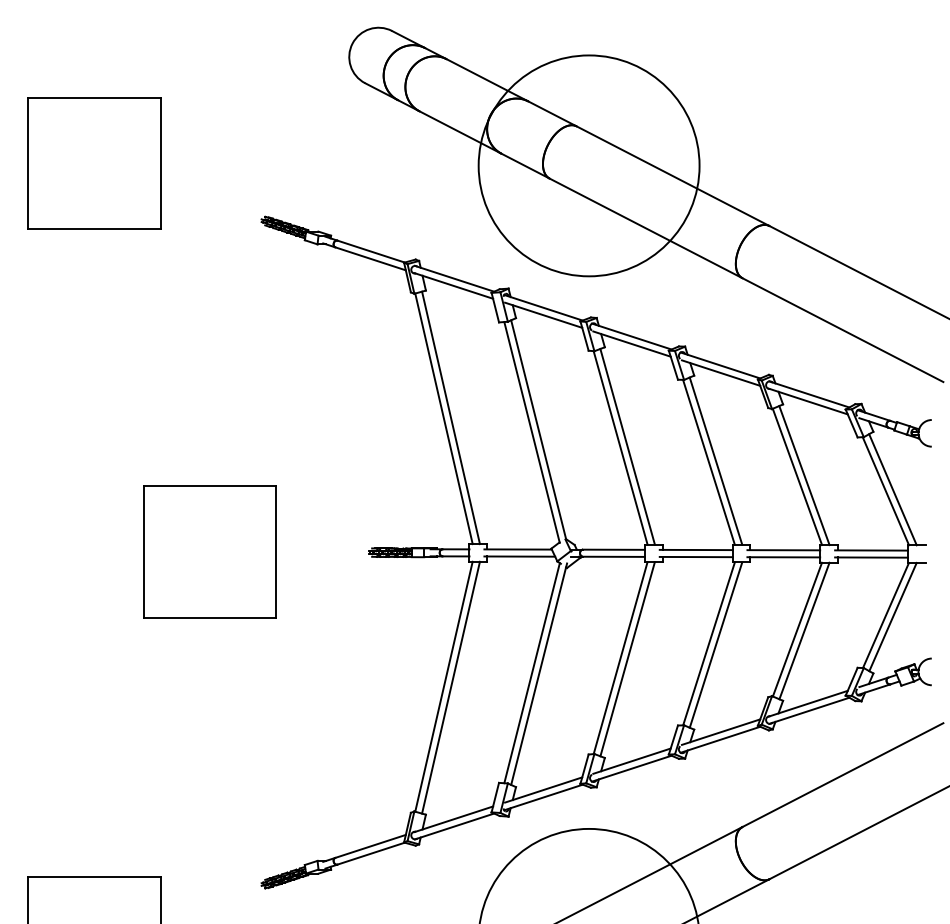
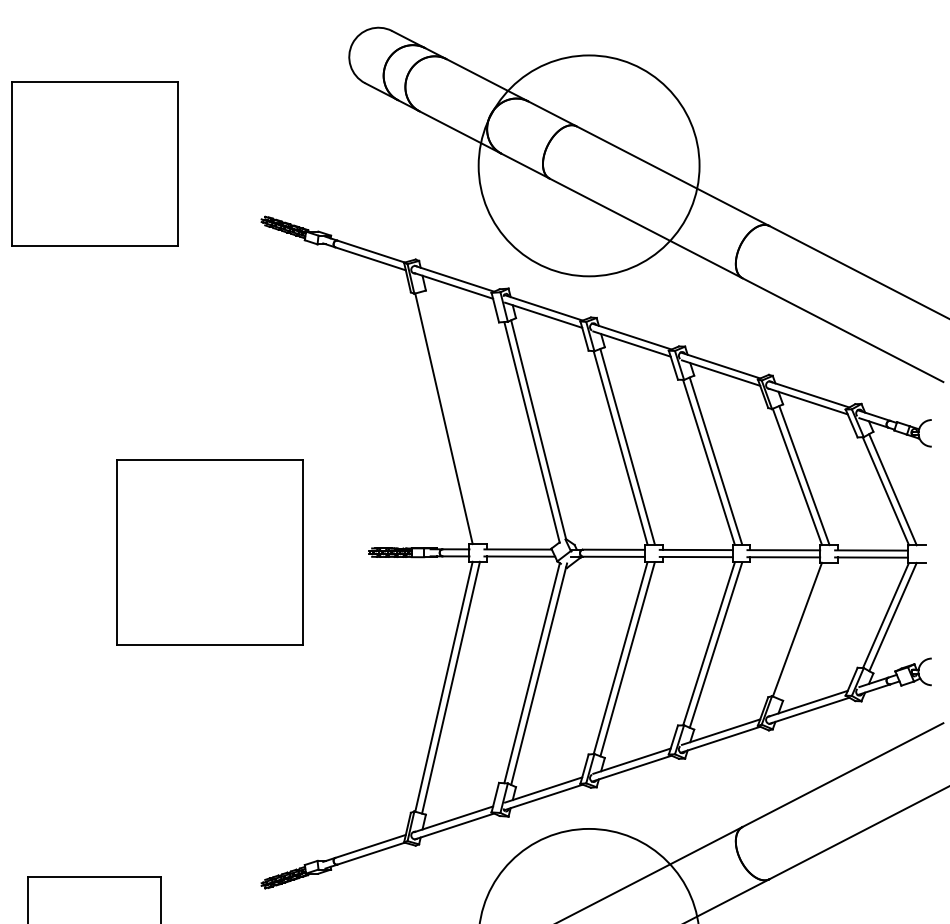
part at (94, 163) size: 135x133 px -> 168x166 px
line at (450, 417): present -> none
part at (209, 551) size: 134x134 px -> 188x187 px
line at (804, 630): present -> none
